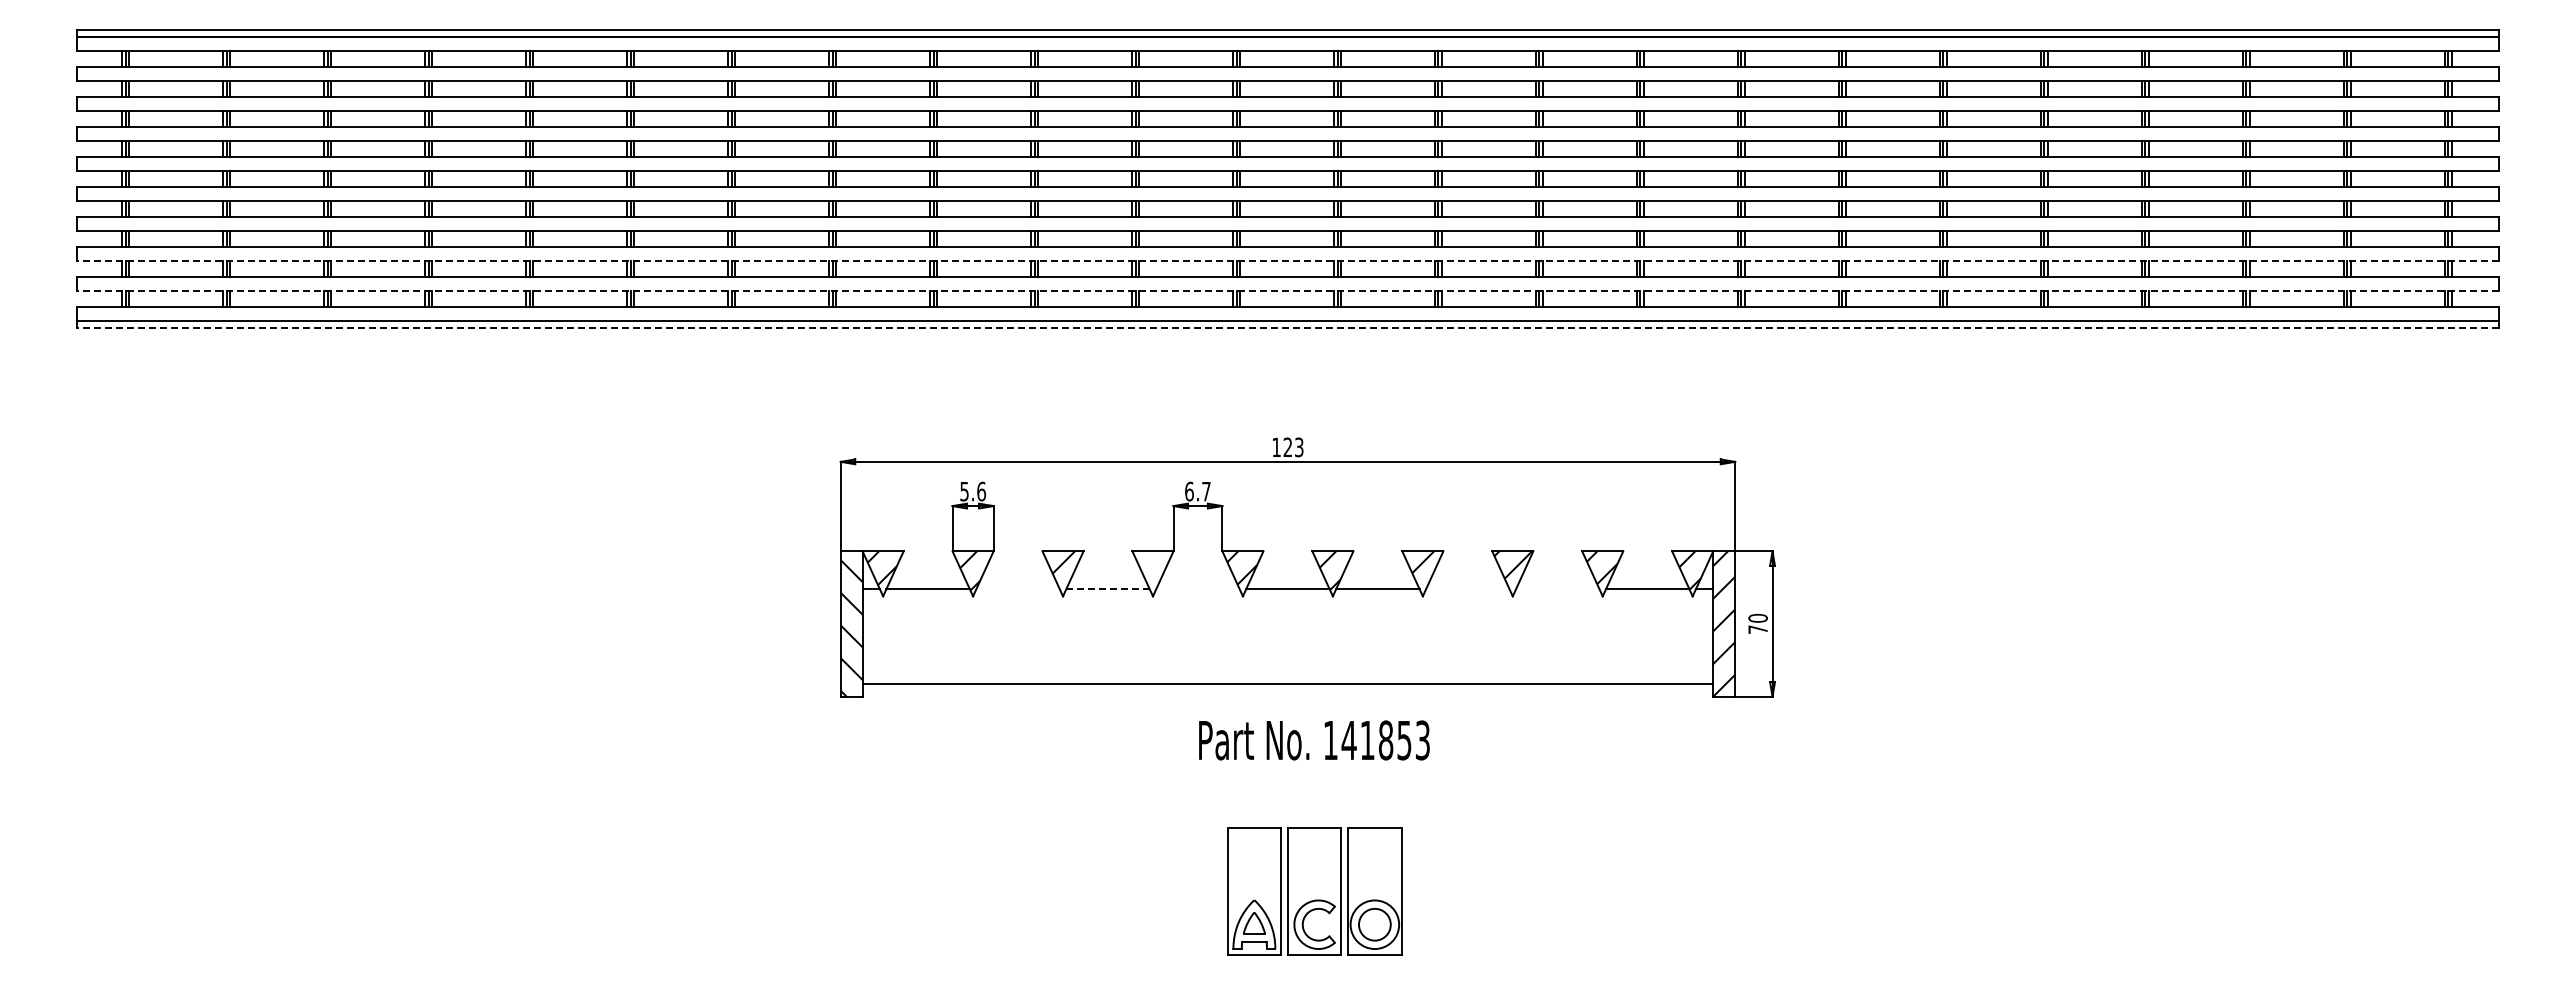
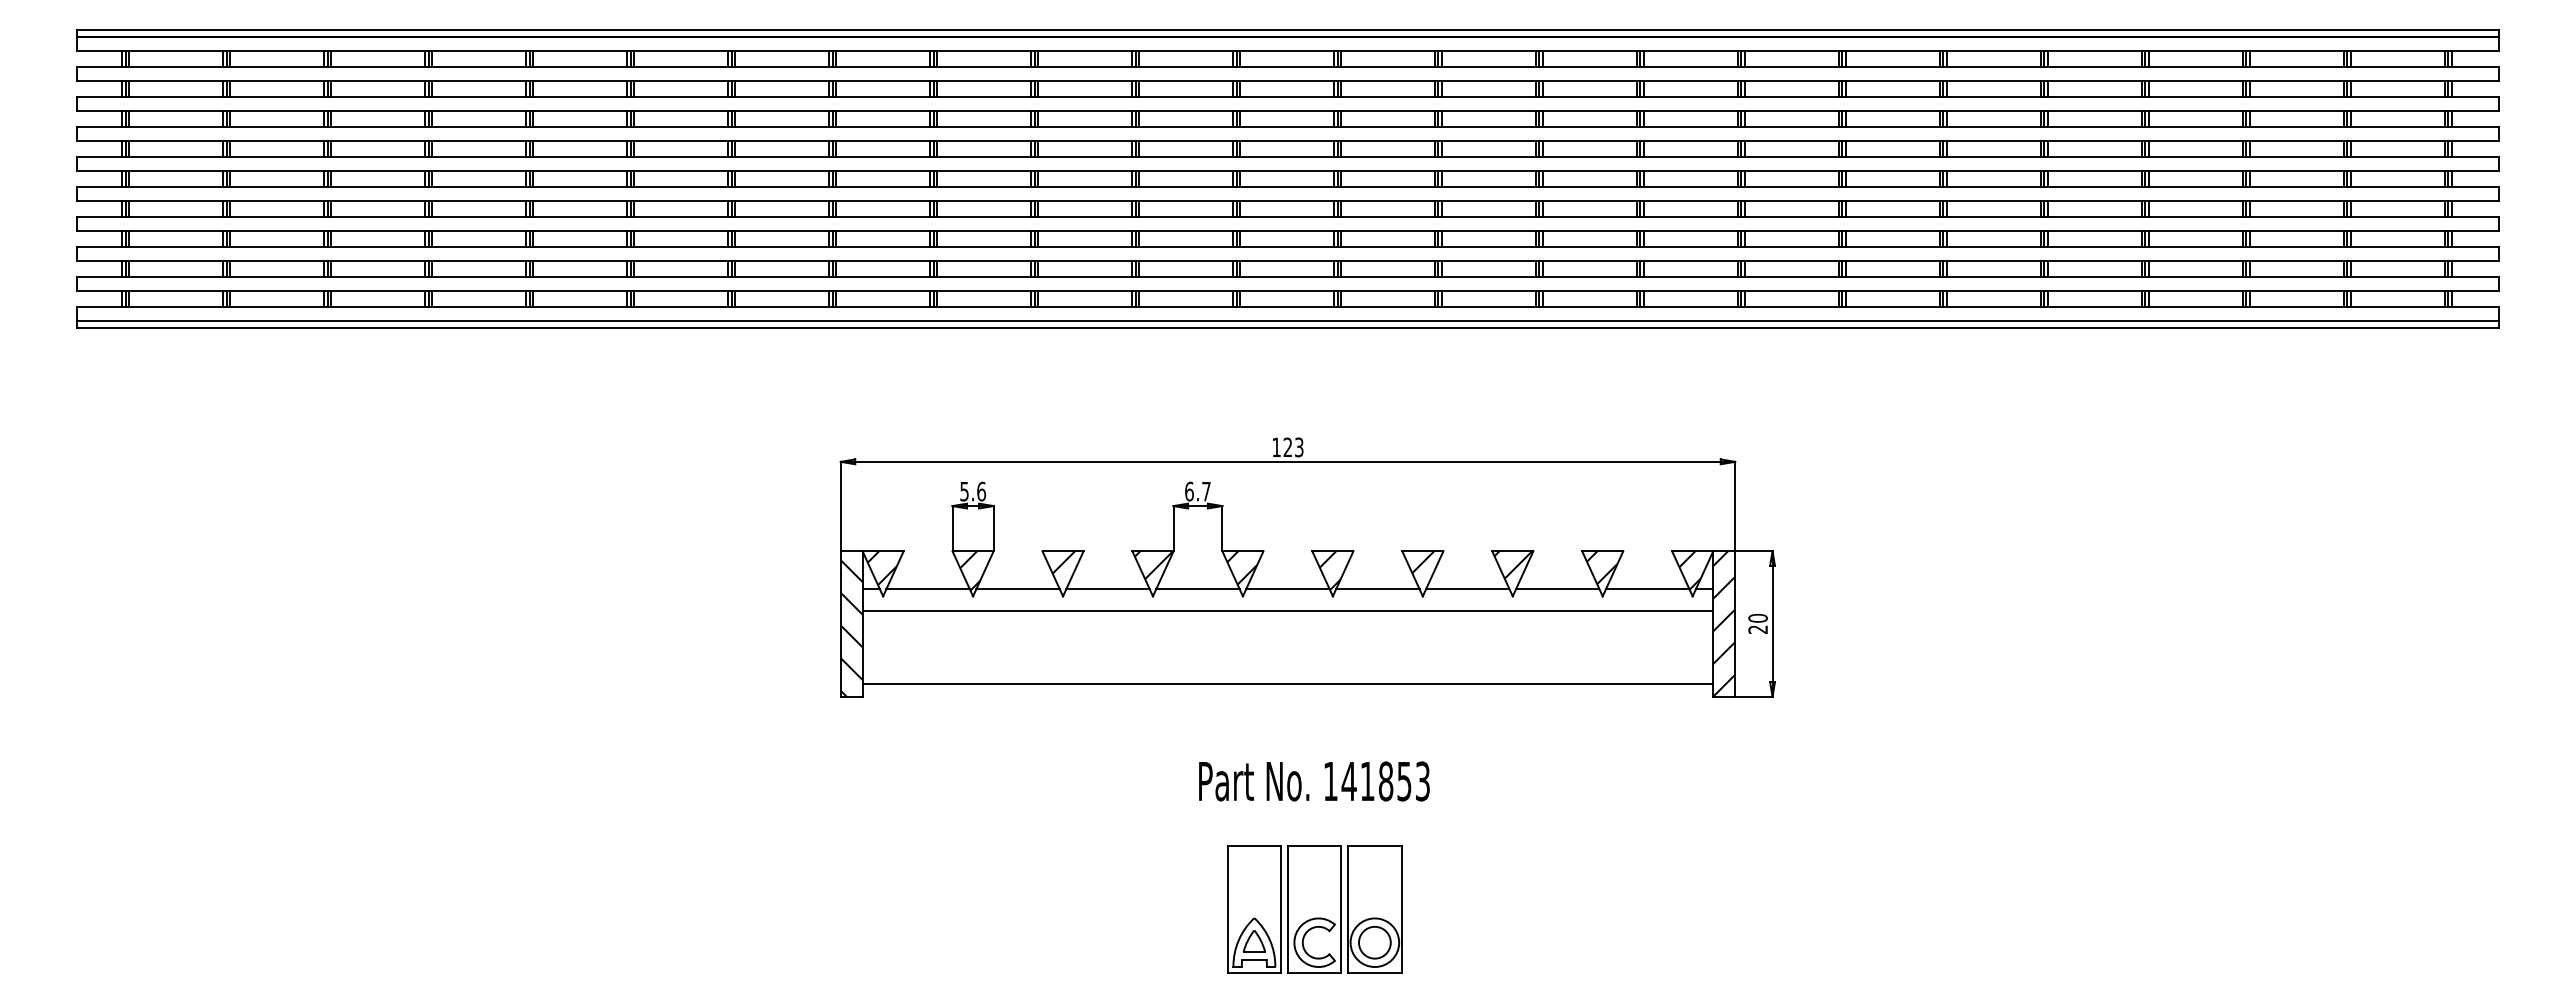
line at (1287, 261): dashed -> solid
line at (1287, 290): dashed -> solid
line at (1287, 328): dashed -> solid
hatch at (1153, 565): none -> present
line at (1017, 589): none -> present
line at (1108, 589): dashed -> solid
line at (1197, 589): none -> present
line at (1467, 589): none -> present
line at (1557, 589): none -> present
line at (1287, 610): none -> present
text at (1757, 629): 70 -> 20
text at (1314, 740) position: (1314, 740) -> (1314, 781)
part at (1314, 891) position: (1314, 891) -> (1314, 909)
